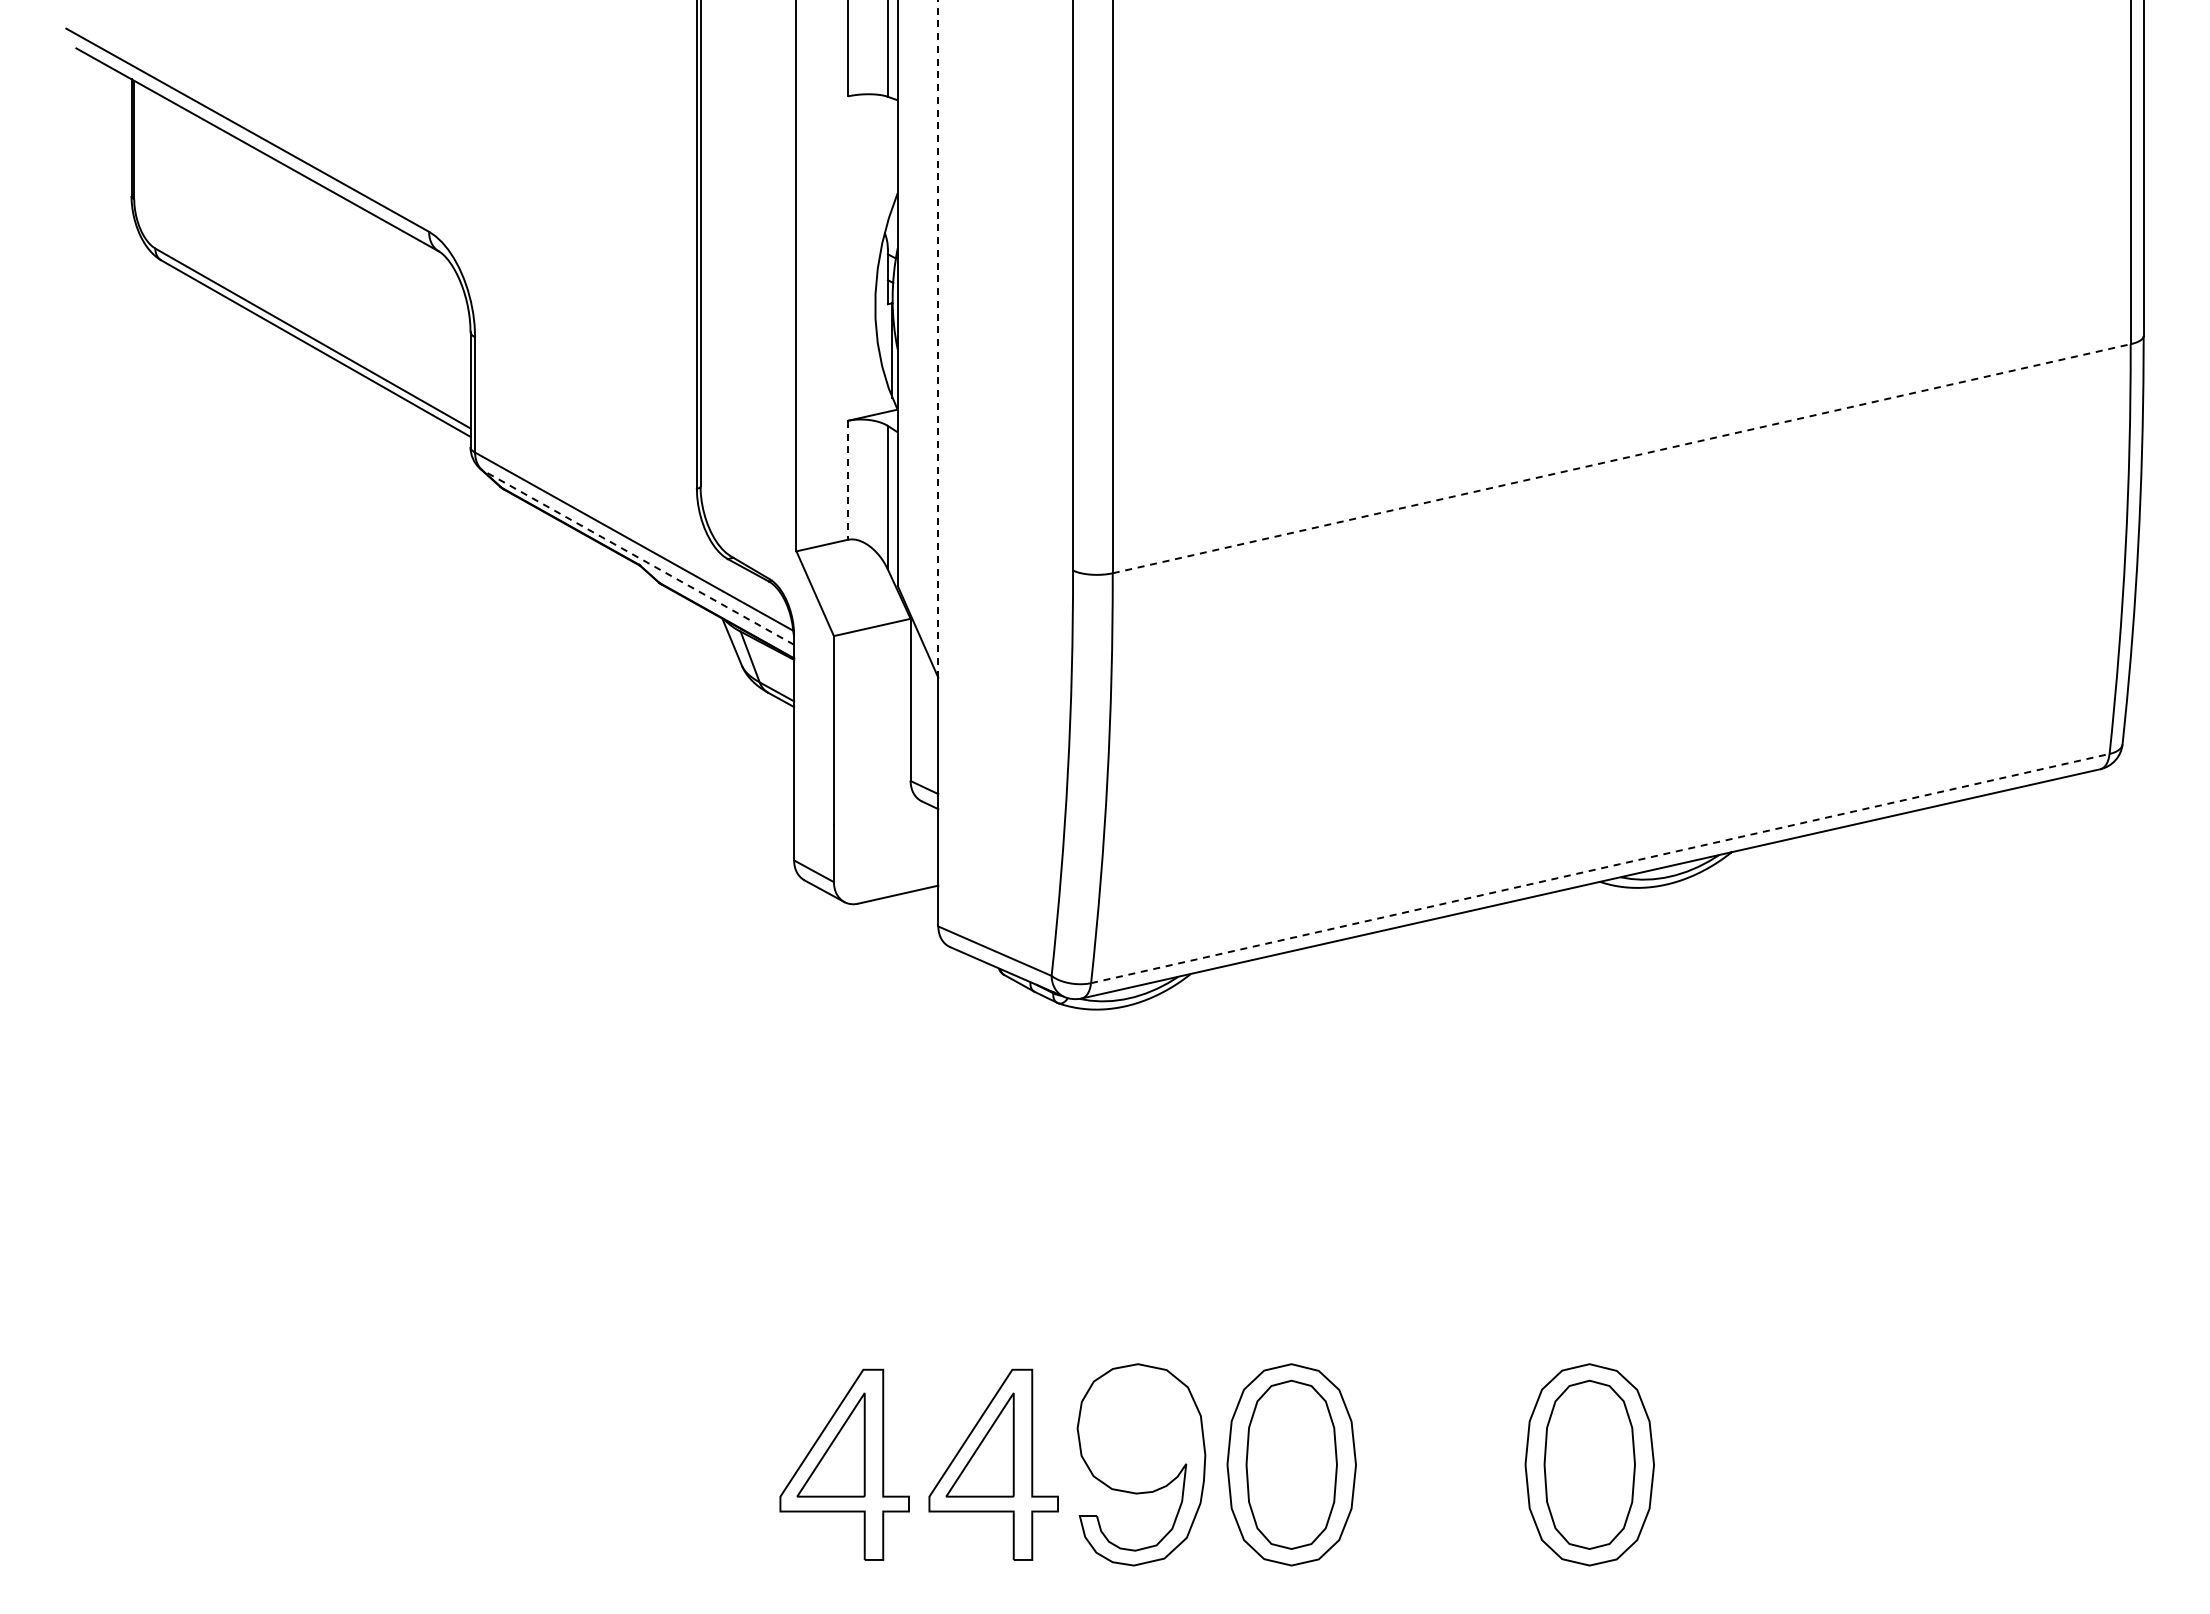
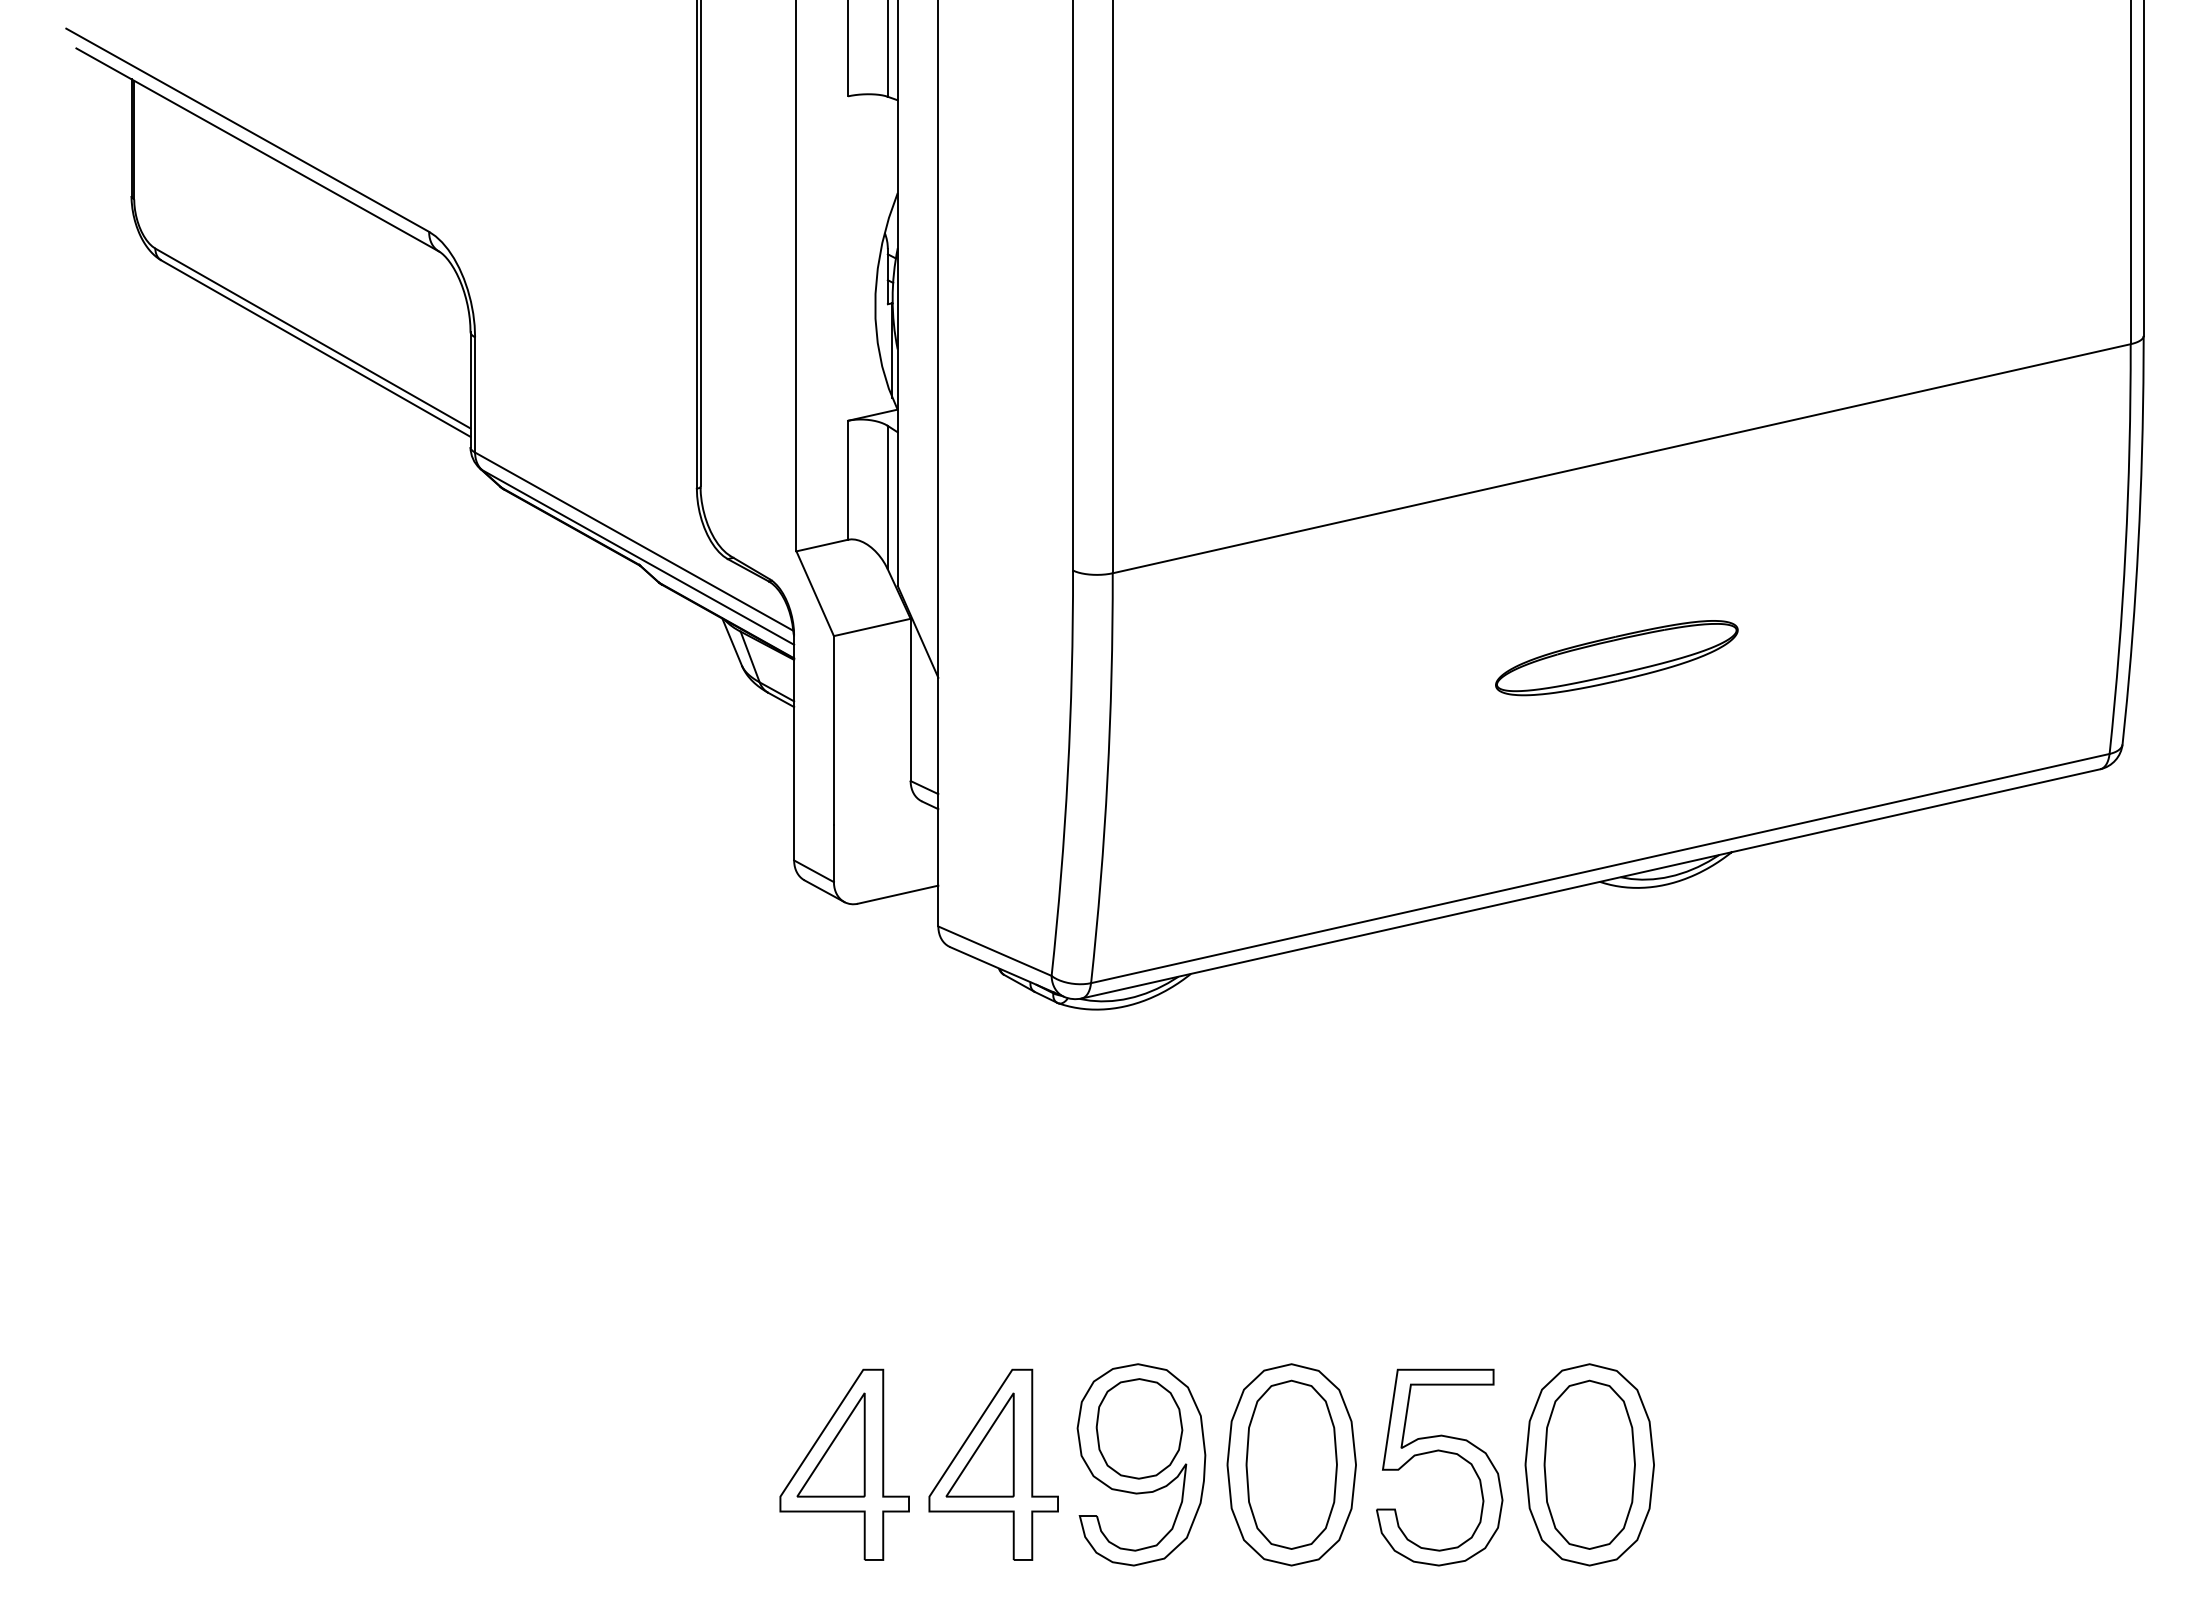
line at (938, 338): dashed -> solid
line at (1621, 458): dashed -> solid
line at (848, 480): dashed -> solid
line at (638, 557): dashed -> solid
part at (1616, 658): none -> present
line at (1600, 868): dashed -> solid
part at (1139, 1428): none -> present
part at (1442, 1452): none -> present
